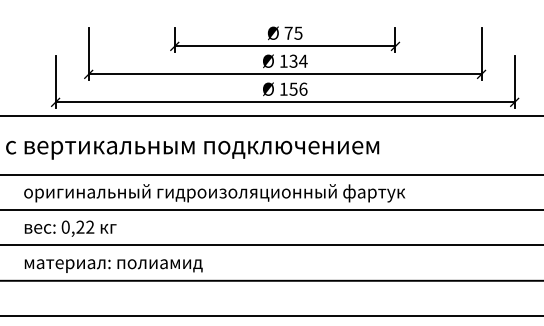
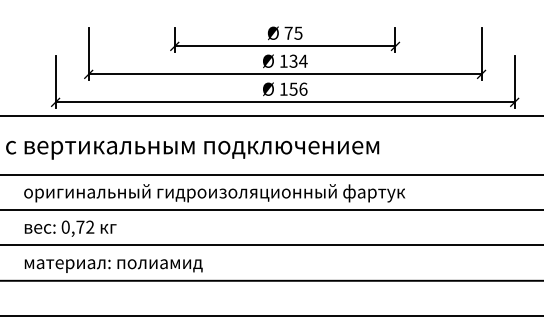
text at (80, 226): 0,22 -> 0,72
